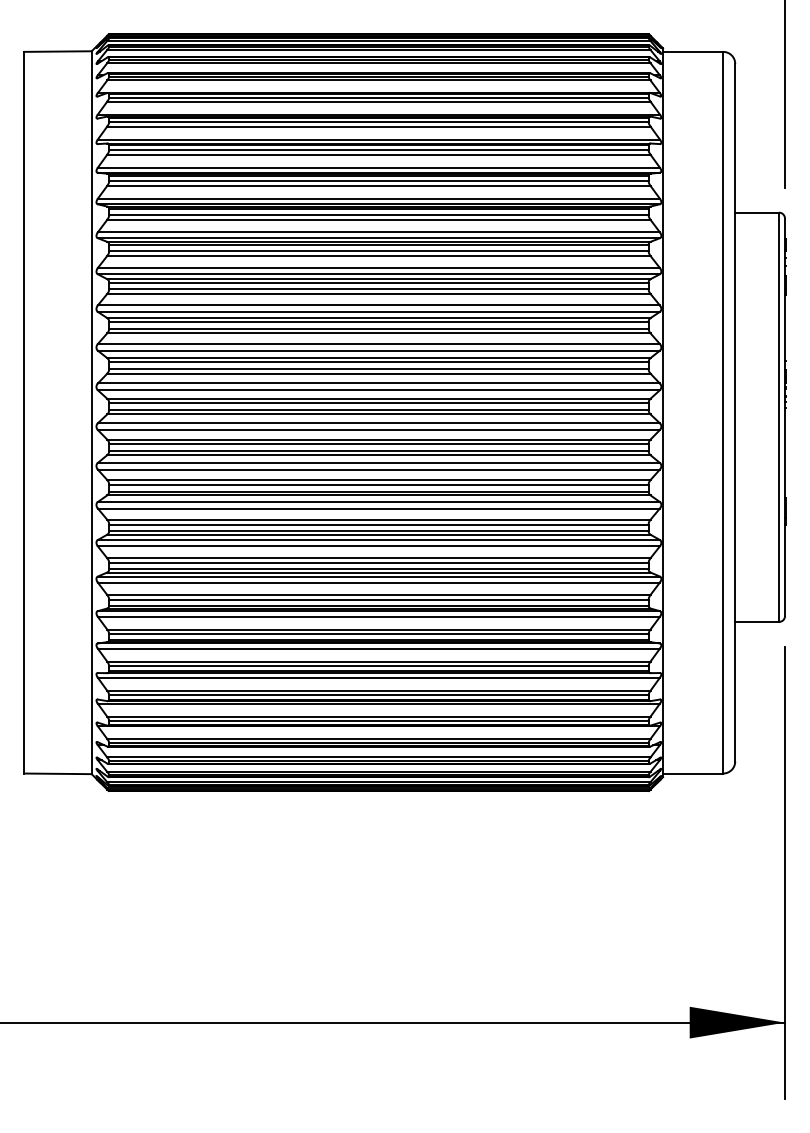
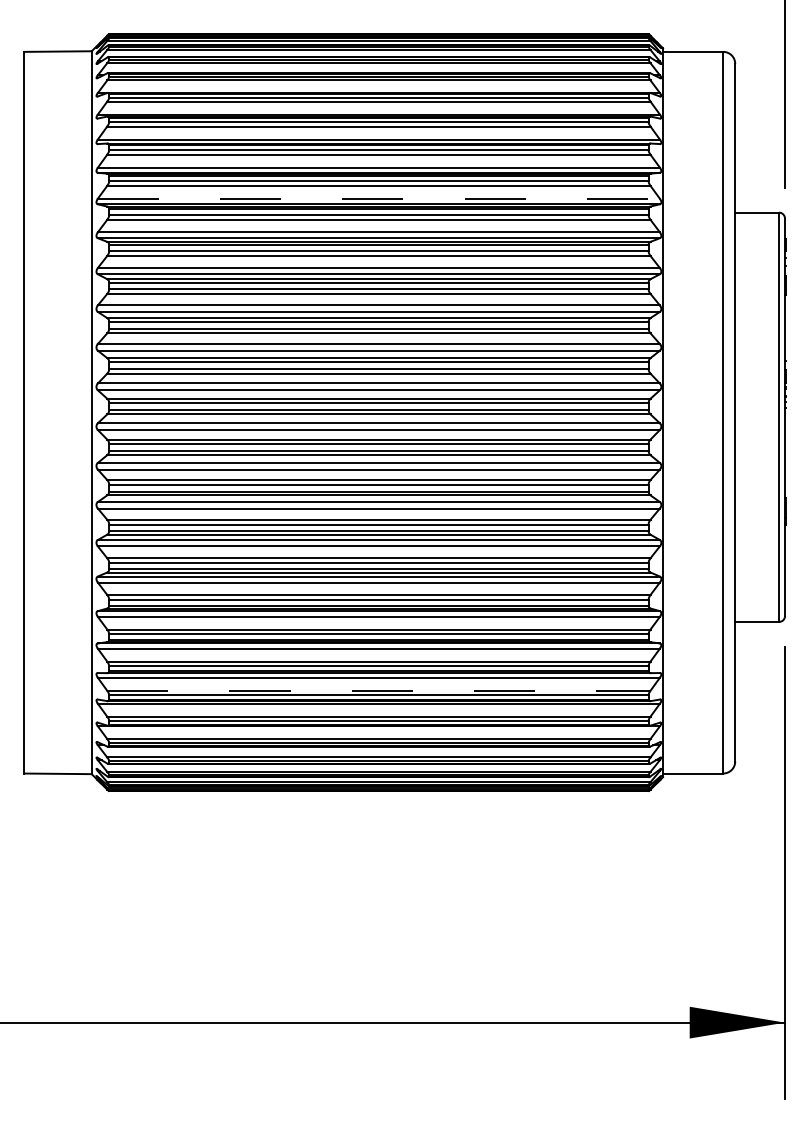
line at (378, 198): solid -> dashed
line at (378, 690): solid -> dashed
